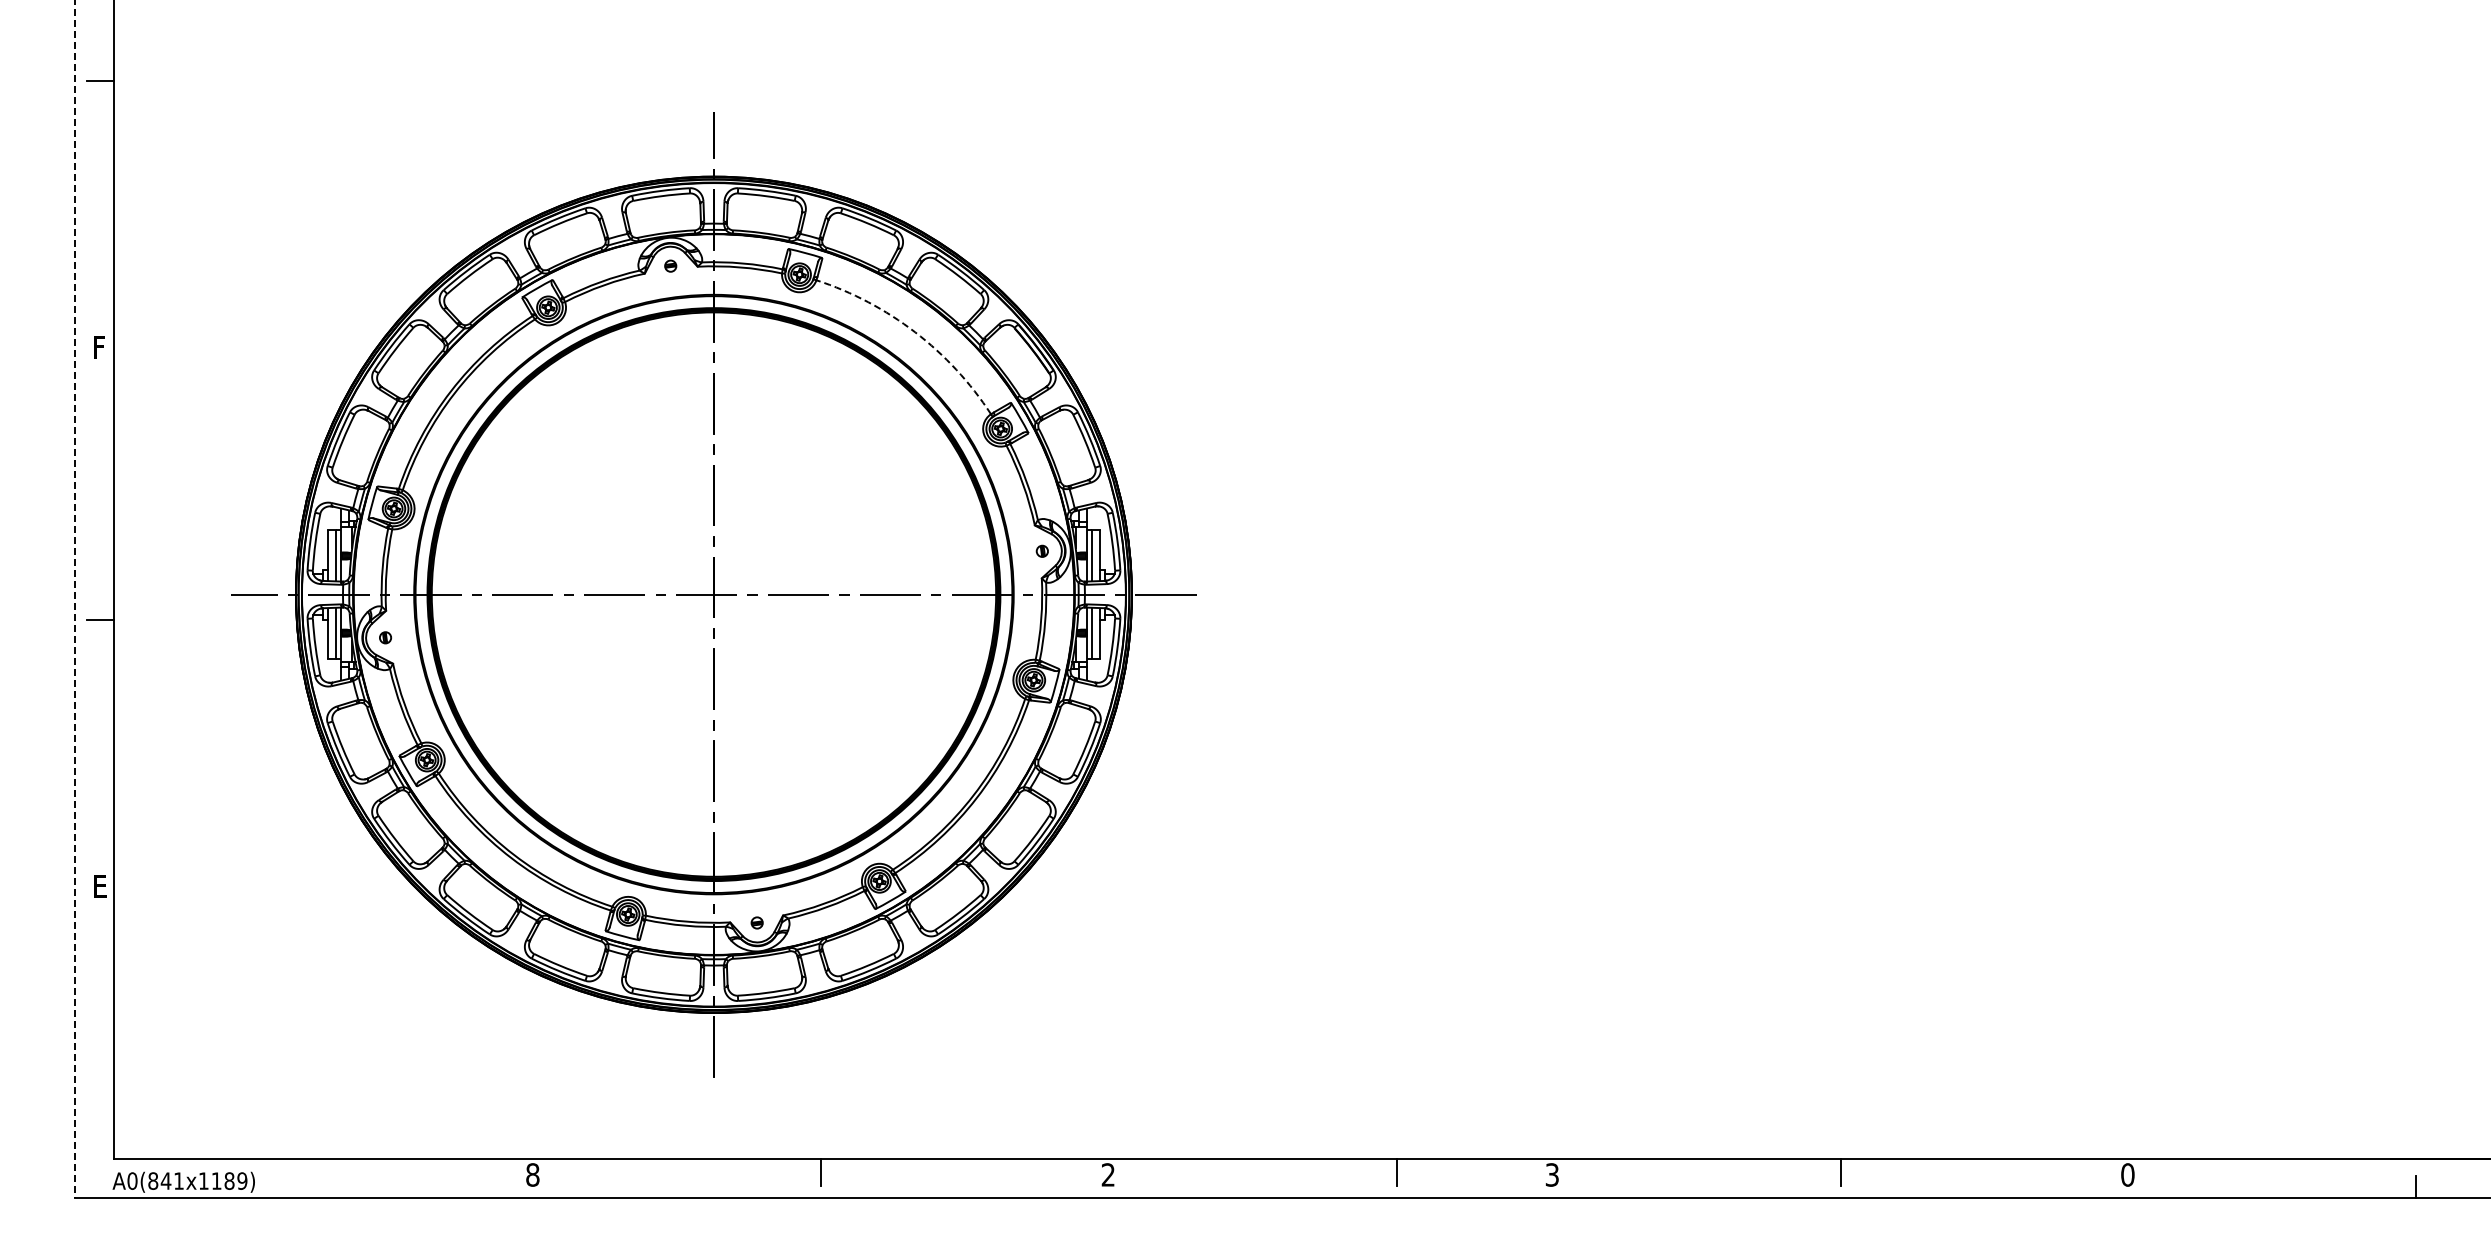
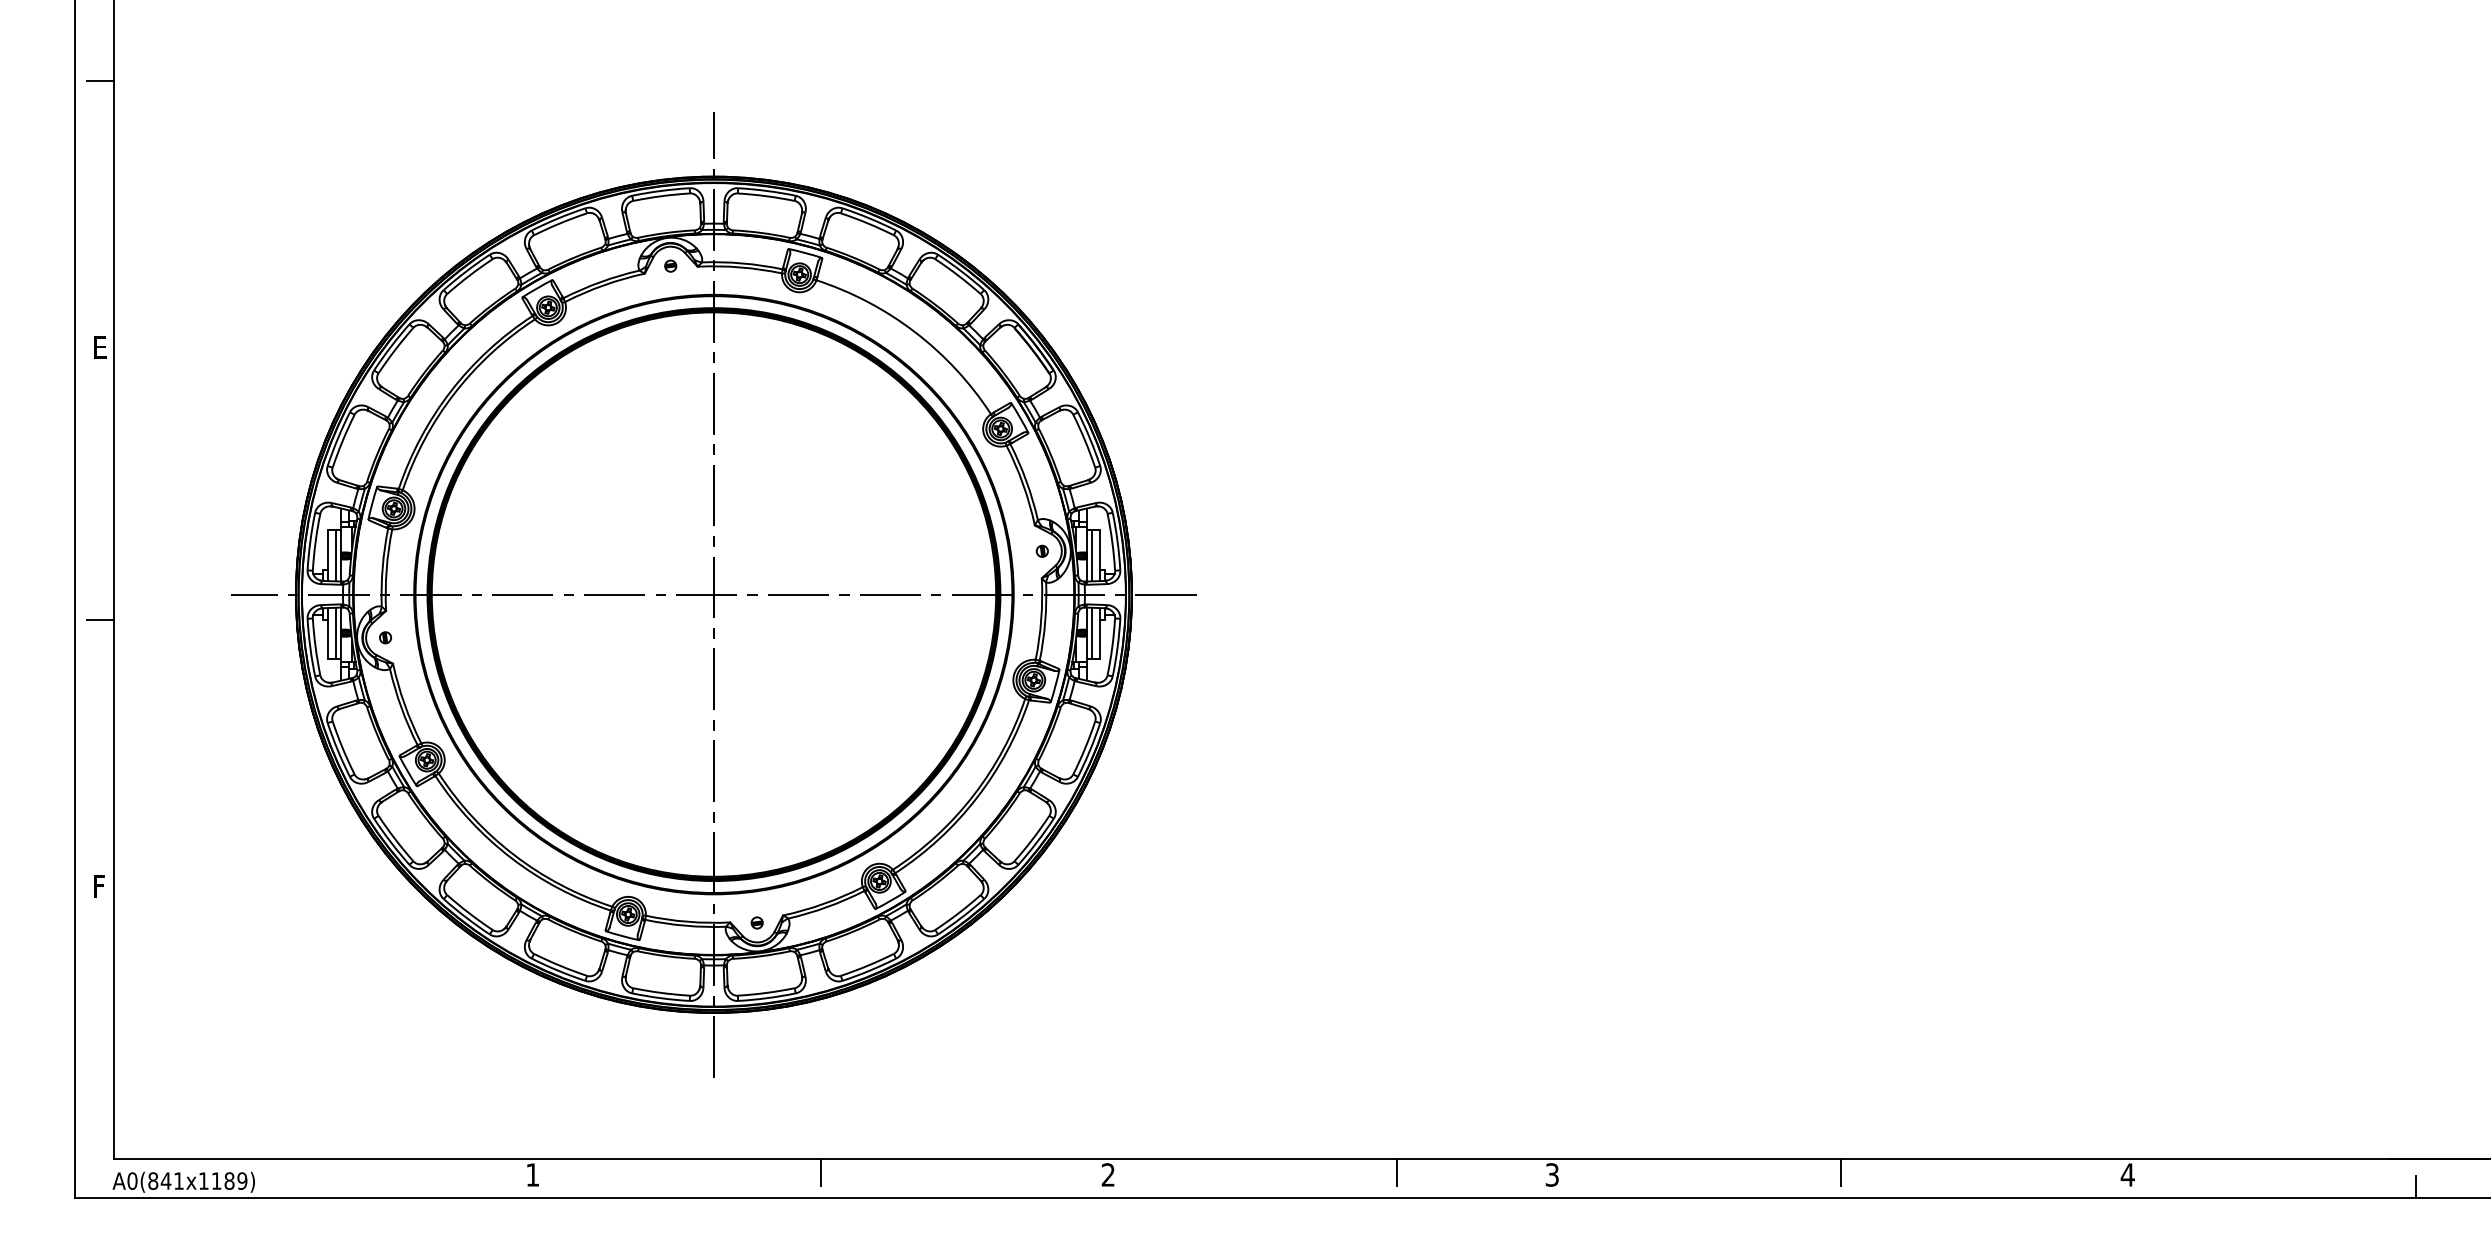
arc at (915, 332): dashed -> solid
text at (101, 347): F -> E
line at (74, 599): dashed -> solid
text at (101, 886): E -> F
text at (532, 1174): 8 -> 1
text at (2127, 1174): 0 -> 4
